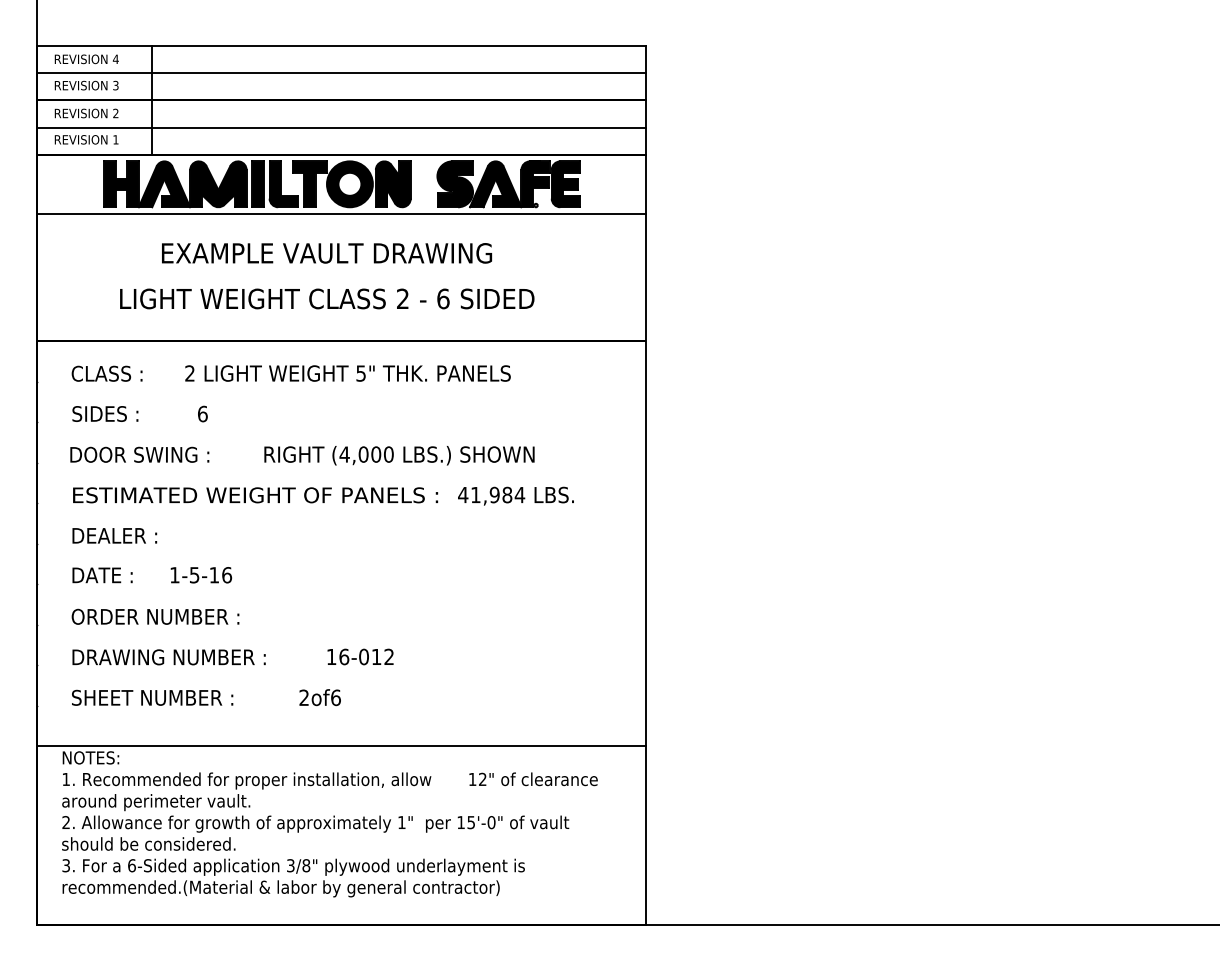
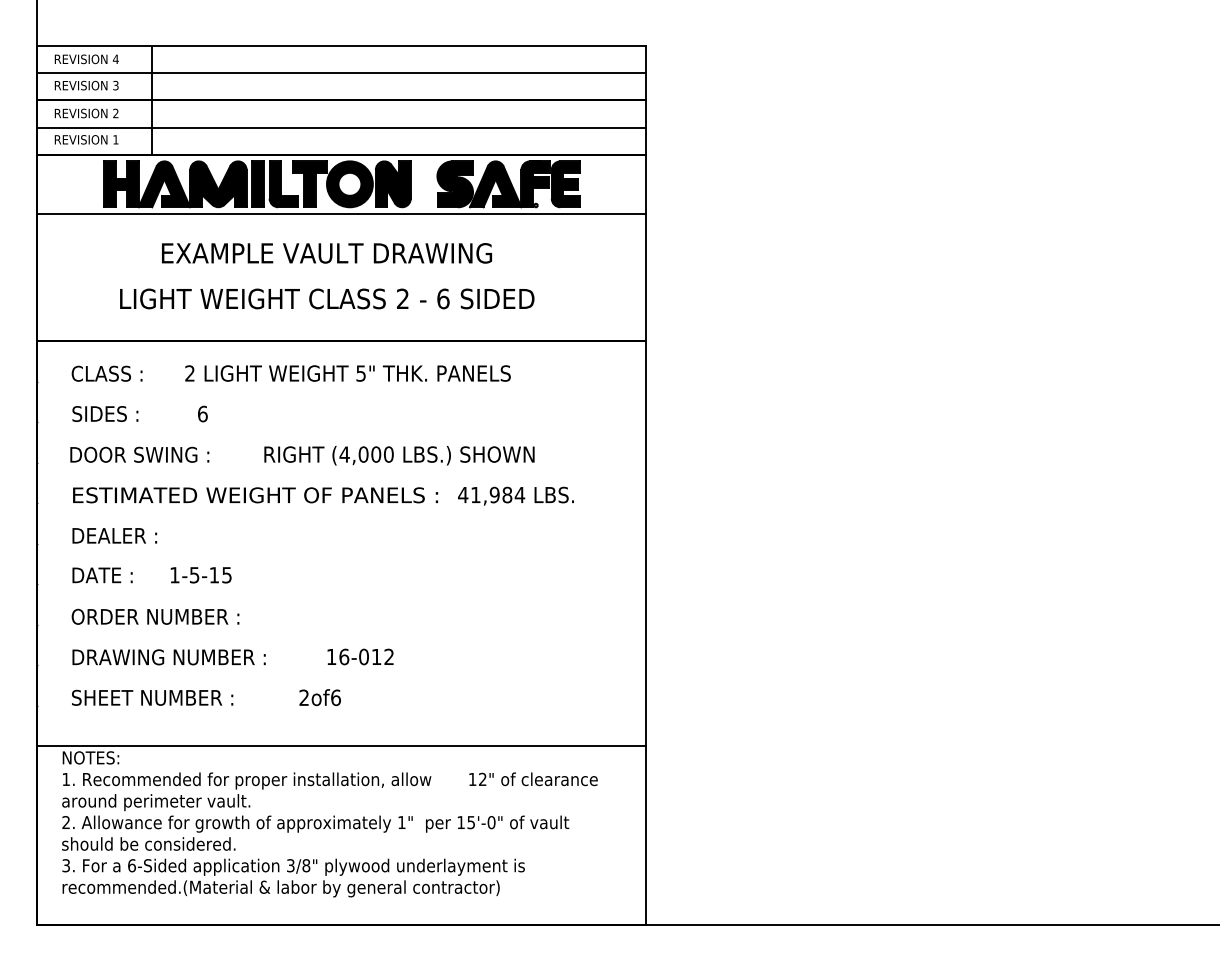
text at (227, 575): 1-5-16 -> 1-5-15
